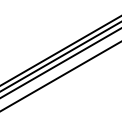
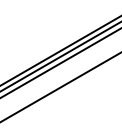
line at (60, 76) position: (60, 76) -> (60, 87)
